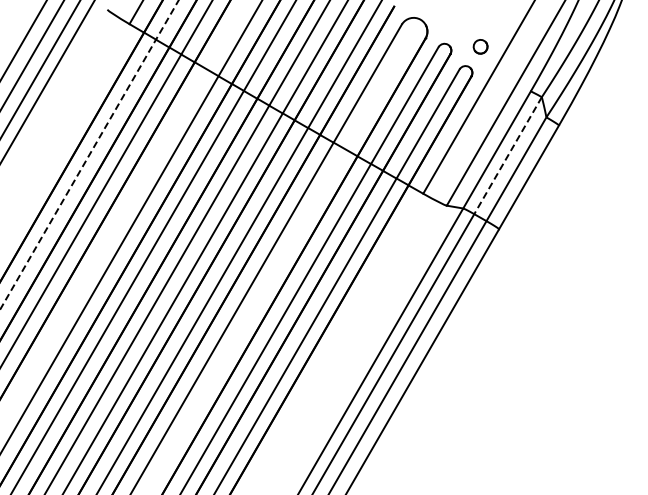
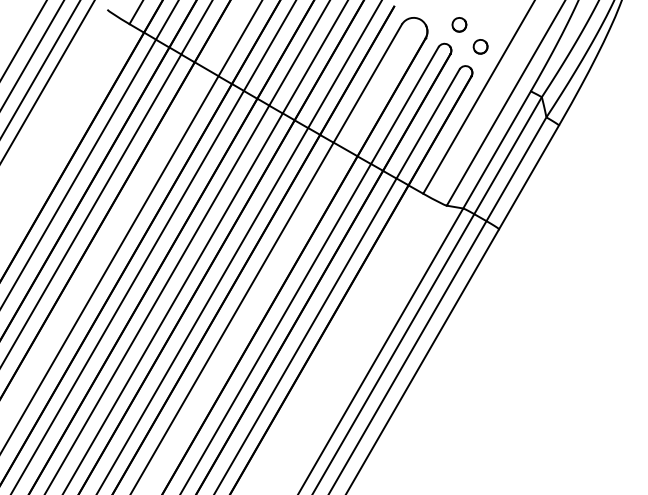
part at (459, 24): none -> present
line at (89, 154): dashed -> solid
line at (508, 155): dashed -> solid
